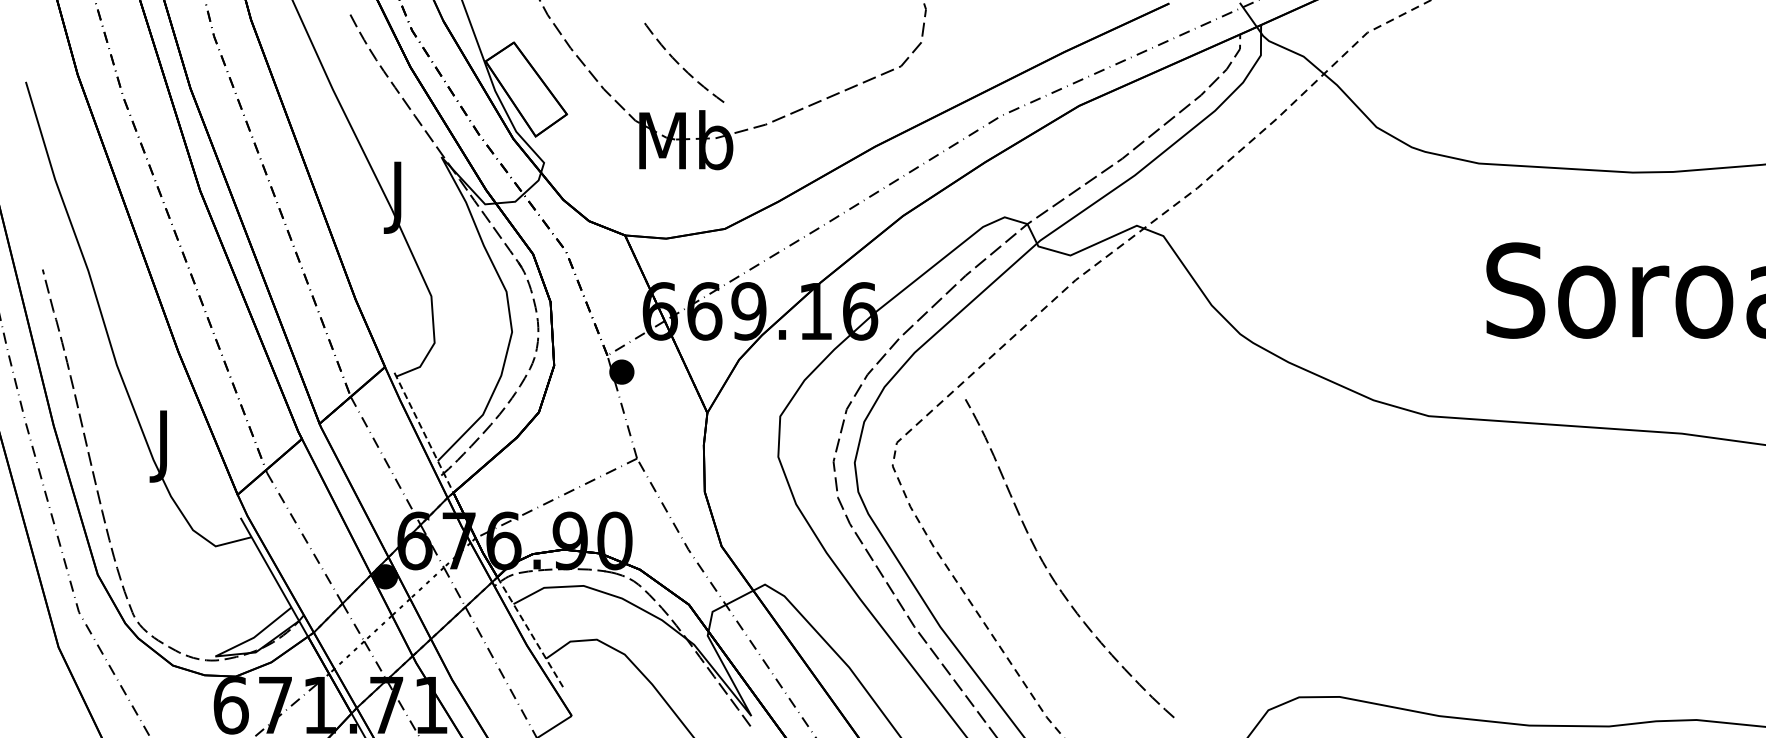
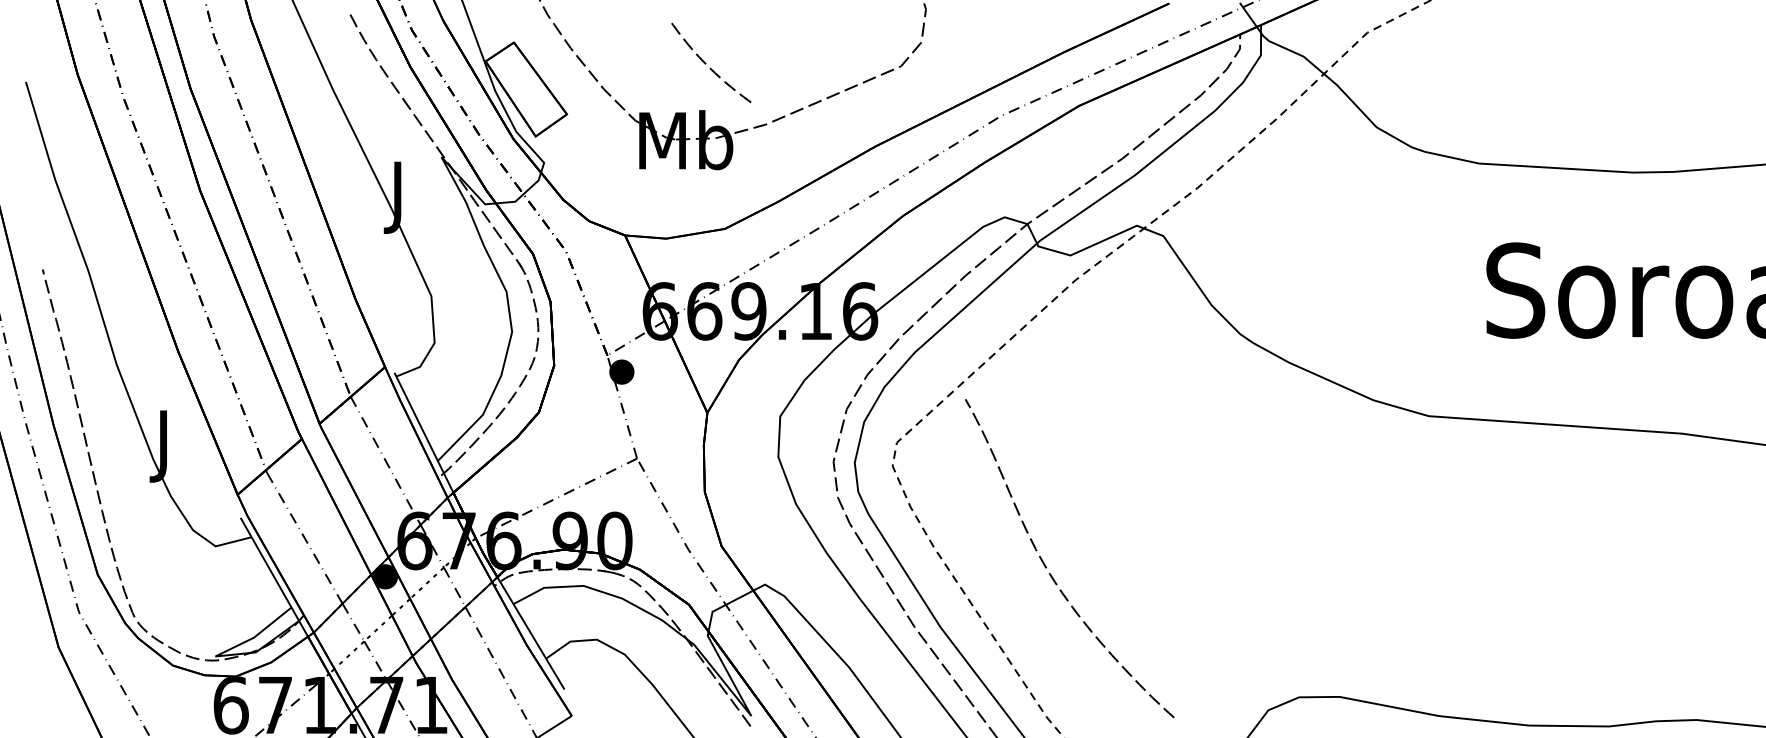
curve at (679, 63) position: (679, 63) -> (706, 63)
line at (423, 432): dashed -> solid
line at (531, 633): dashed -> solid
